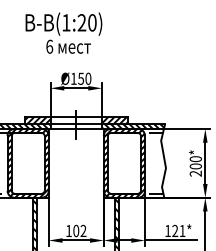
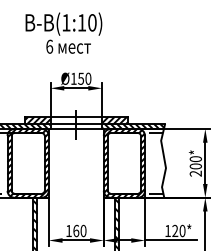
text at (81, 22): B-B(1:20) -> B-B(1:10)
text at (79, 230): 102 -> 160
text at (182, 230): 121* -> 120*
